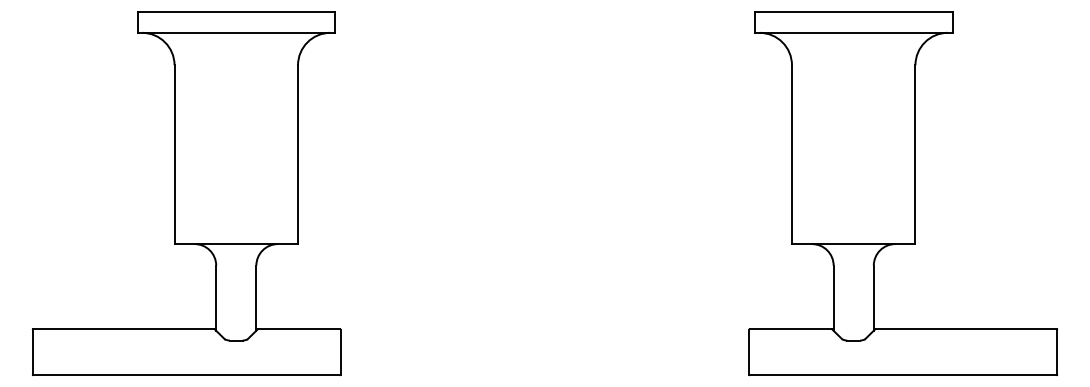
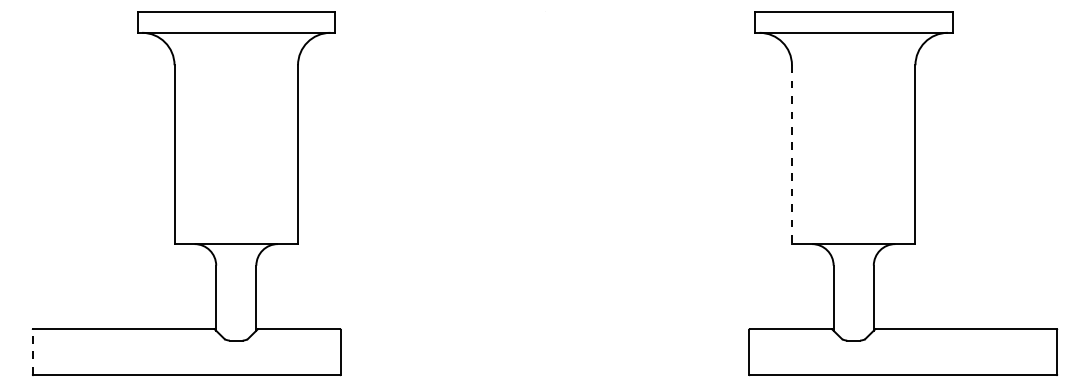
line at (791, 155): solid -> dashed
line at (32, 351): solid -> dashed
